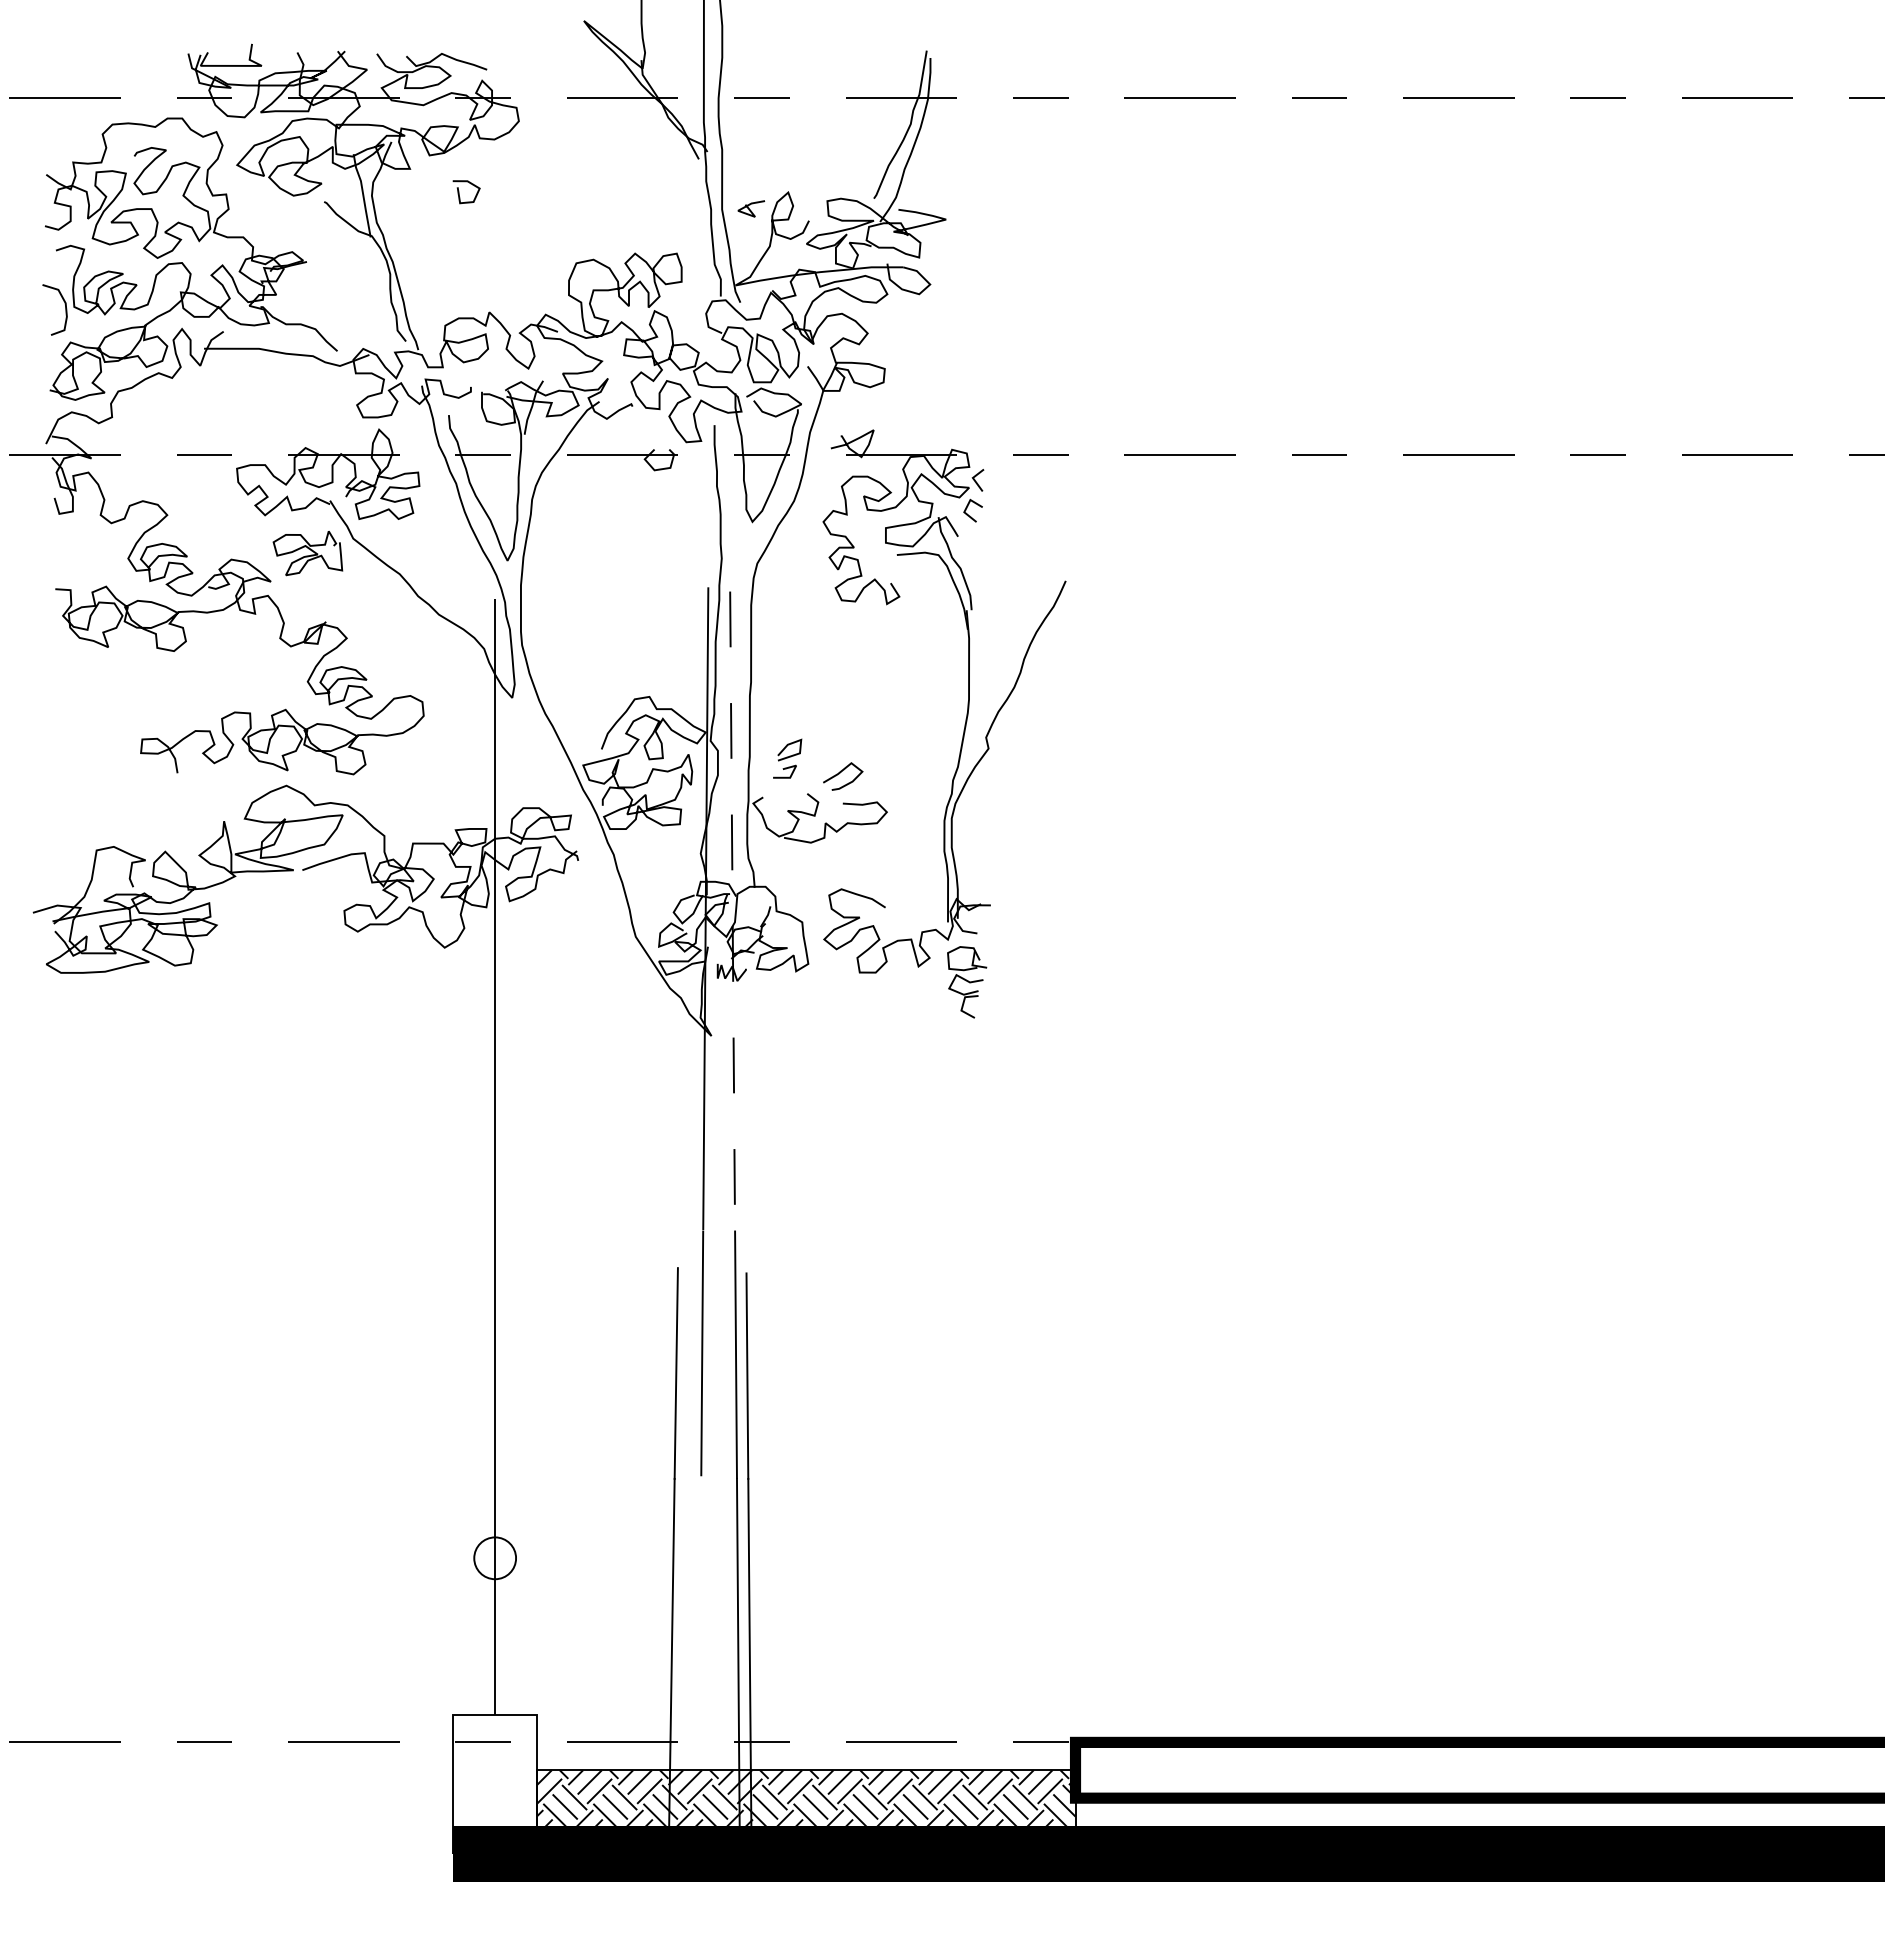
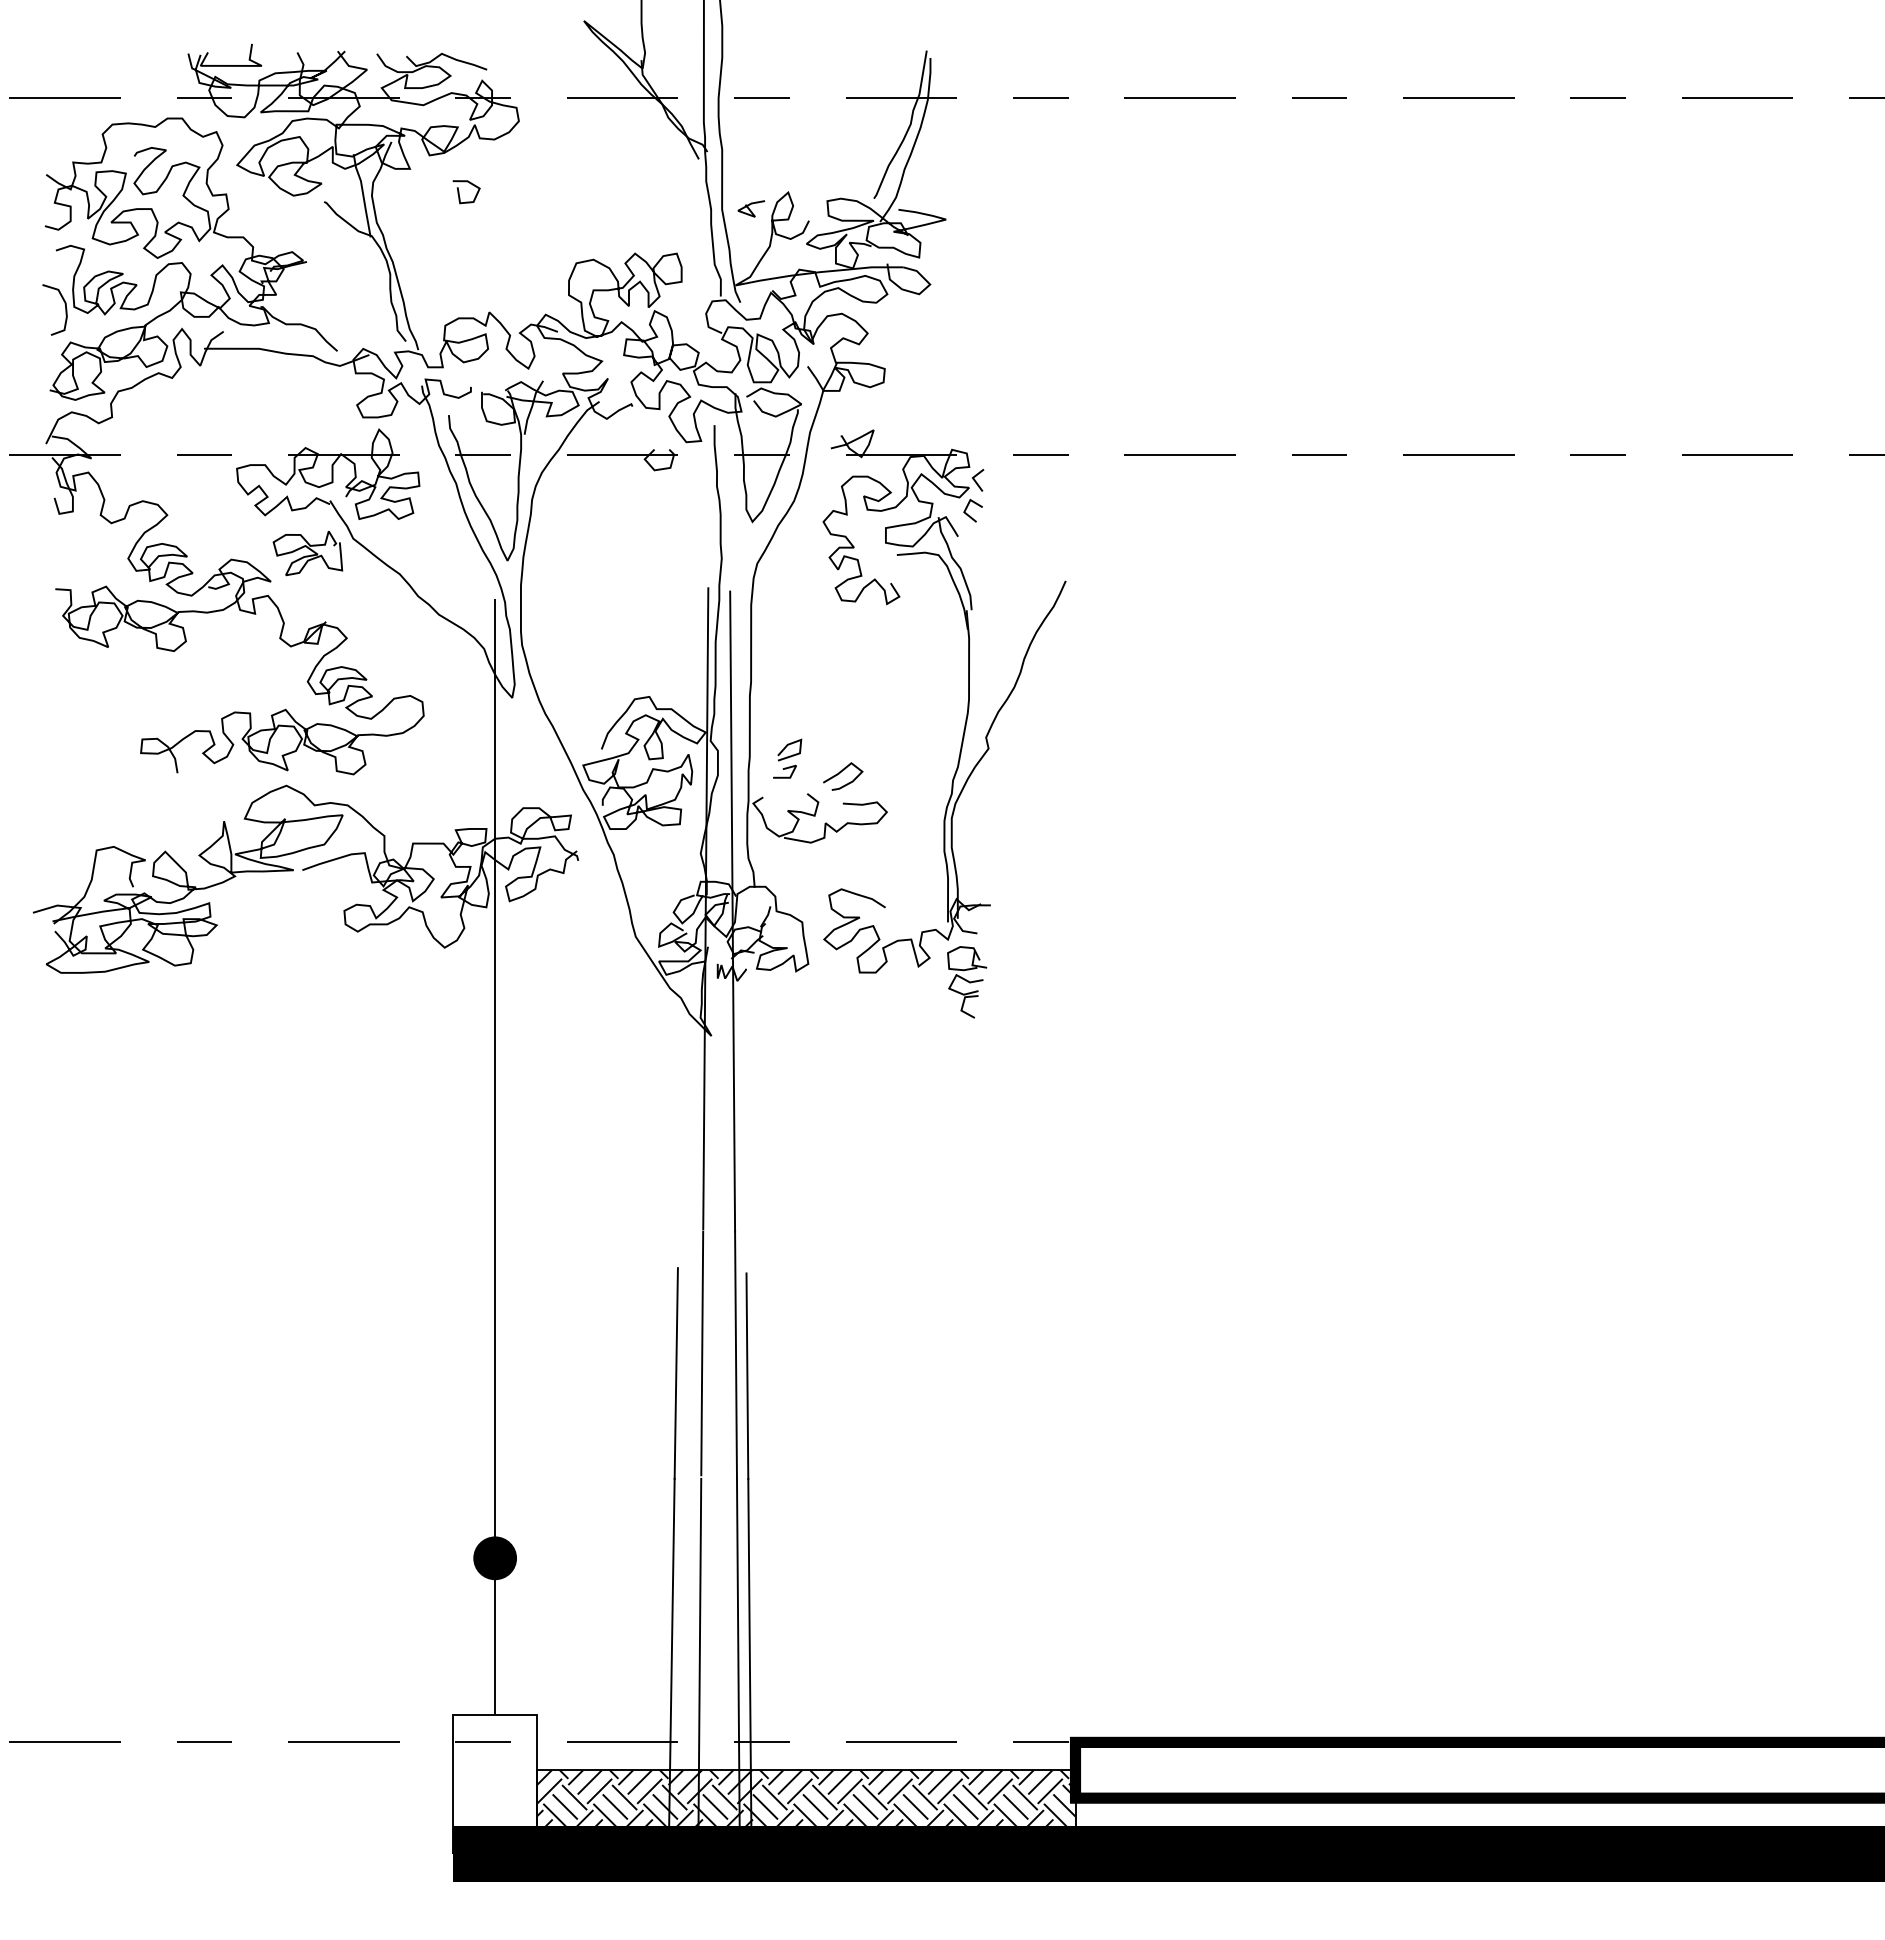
line at (732, 911): dashed -> solid
fill at (495, 1558): none -> present
line at (699, 1659): none -> present
